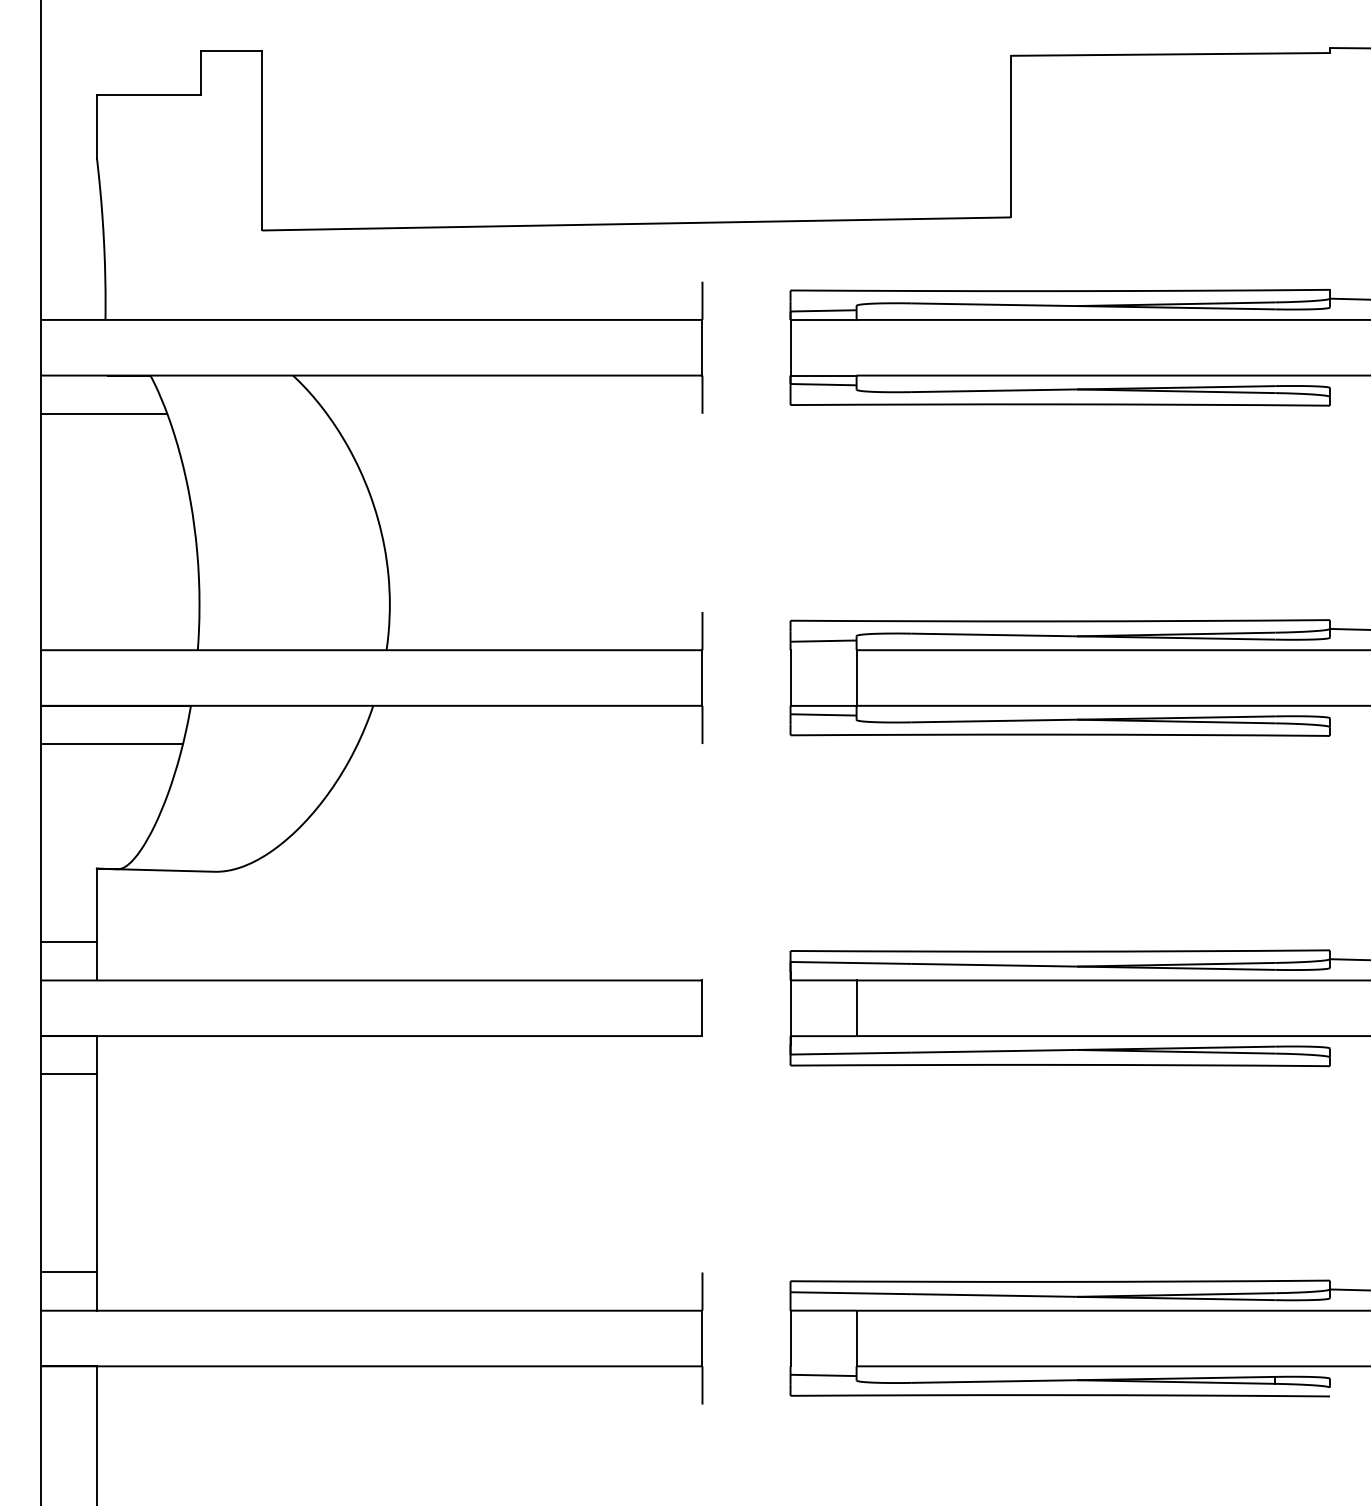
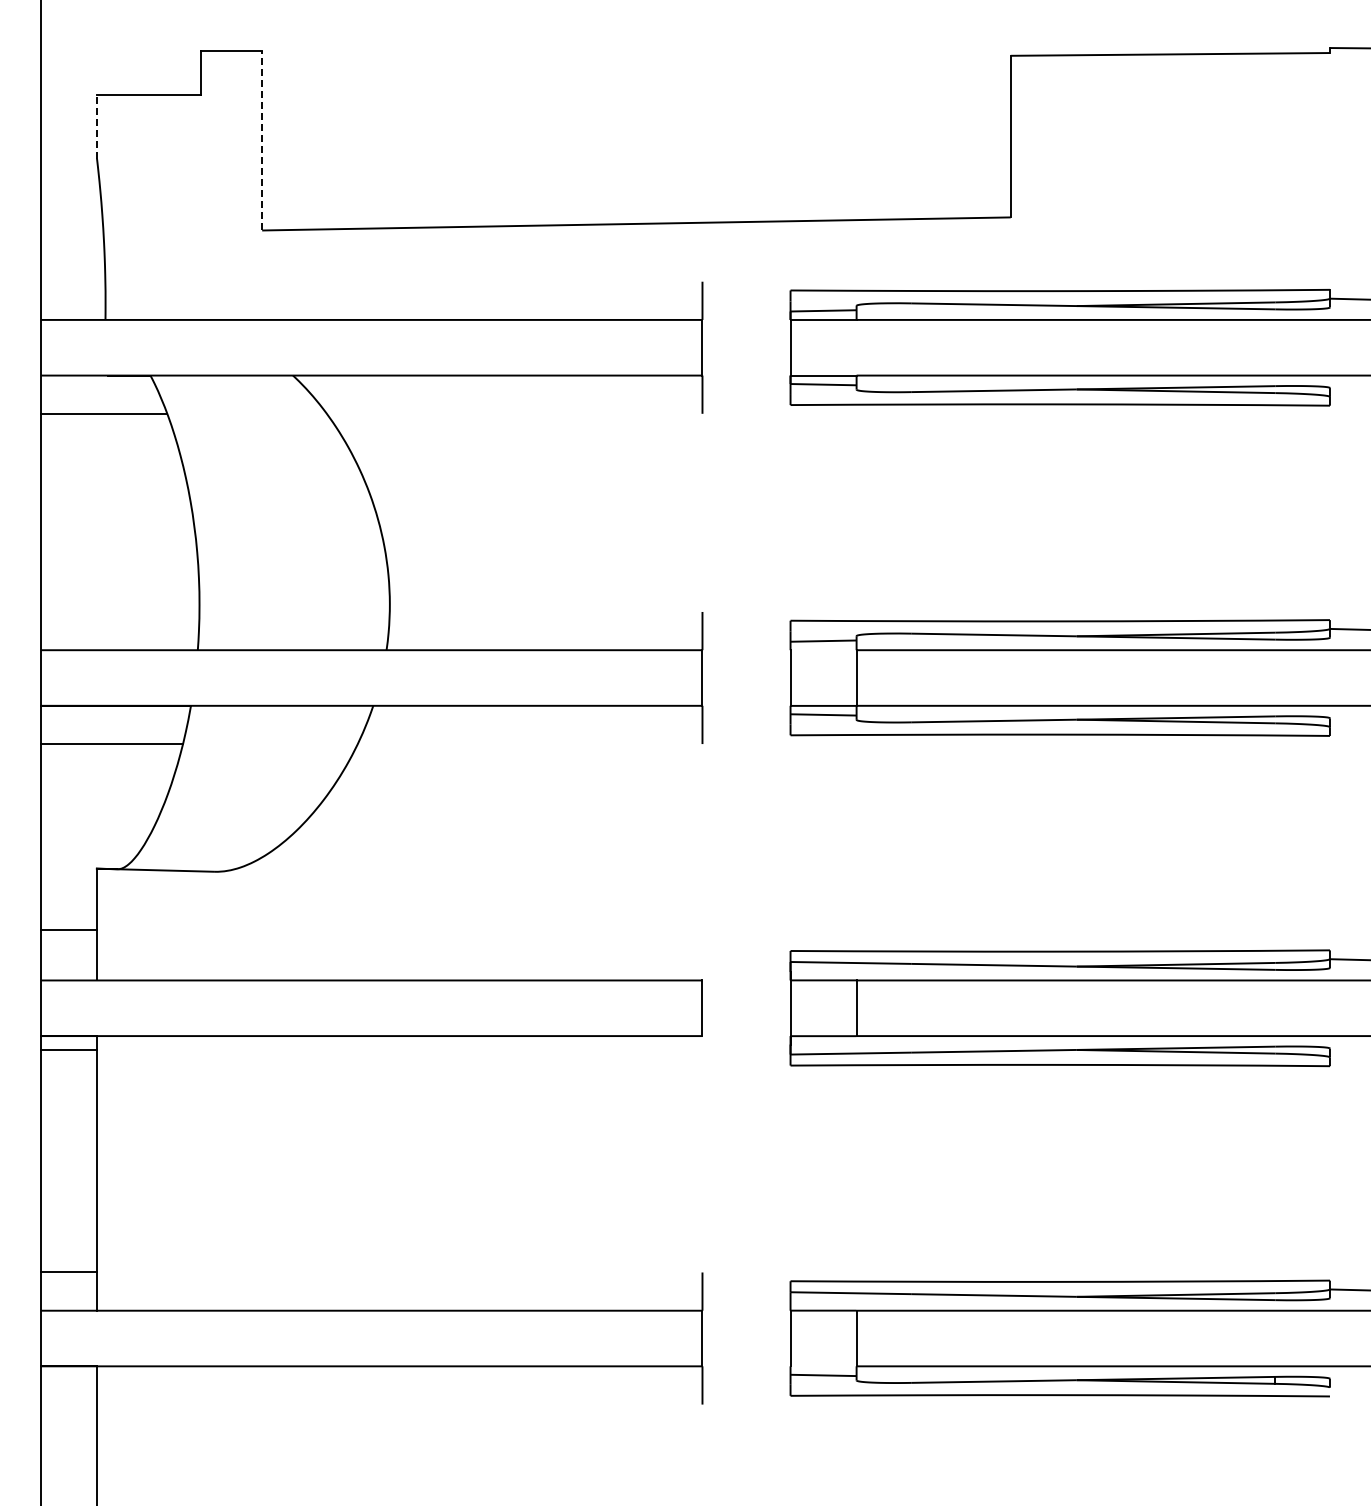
line at (97, 126): solid -> dashed
line at (262, 140): solid -> dashed
line at (69, 942) position: (69, 942) -> (69, 930)
line at (69, 1074) position: (69, 1074) -> (69, 1050)
